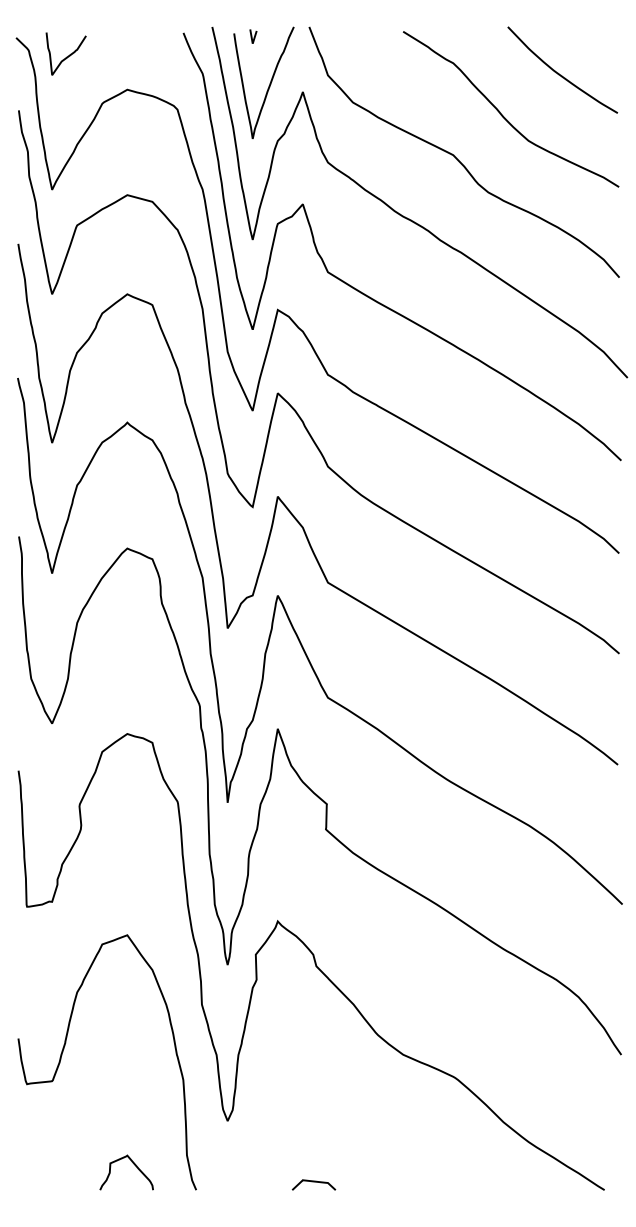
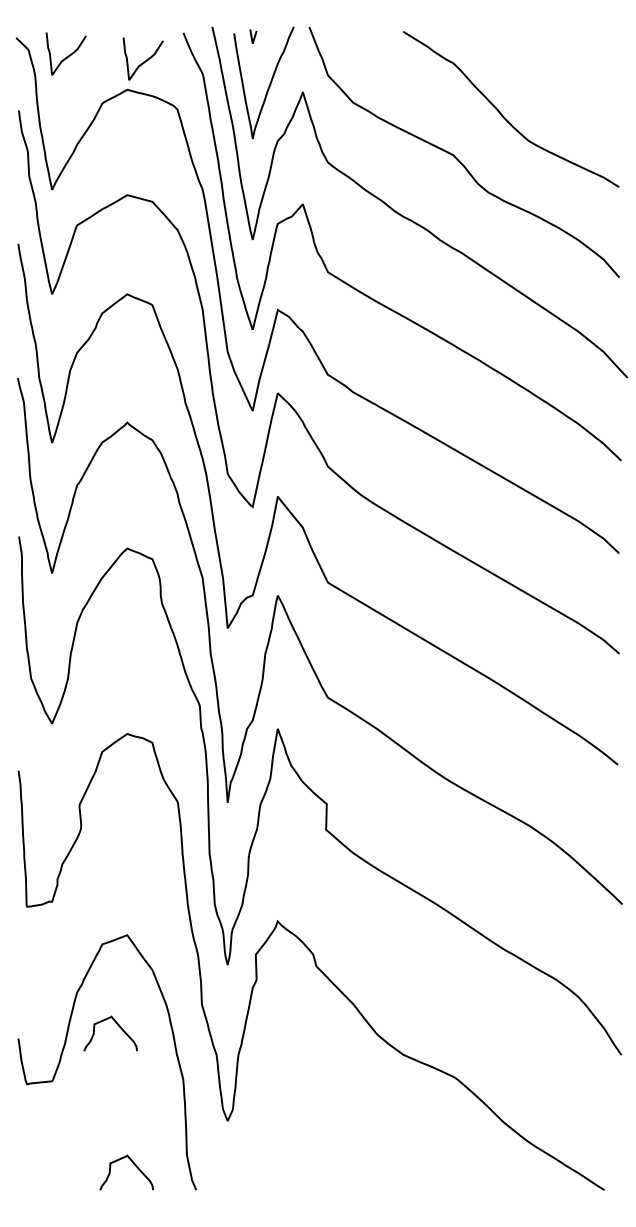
curve at (143, 61): none -> present
curve at (558, 72): present -> none
curve at (117, 1025): none -> present
curve at (313, 1182): present -> none
